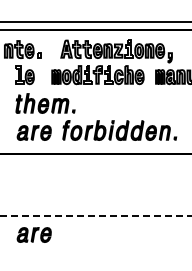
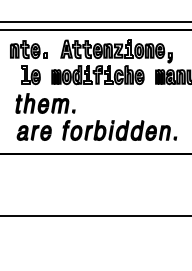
part at (22, 62) position: (22, 62) -> (28, 62)
line at (95, 216): dashed -> solid
part at (33, 234): present -> none
